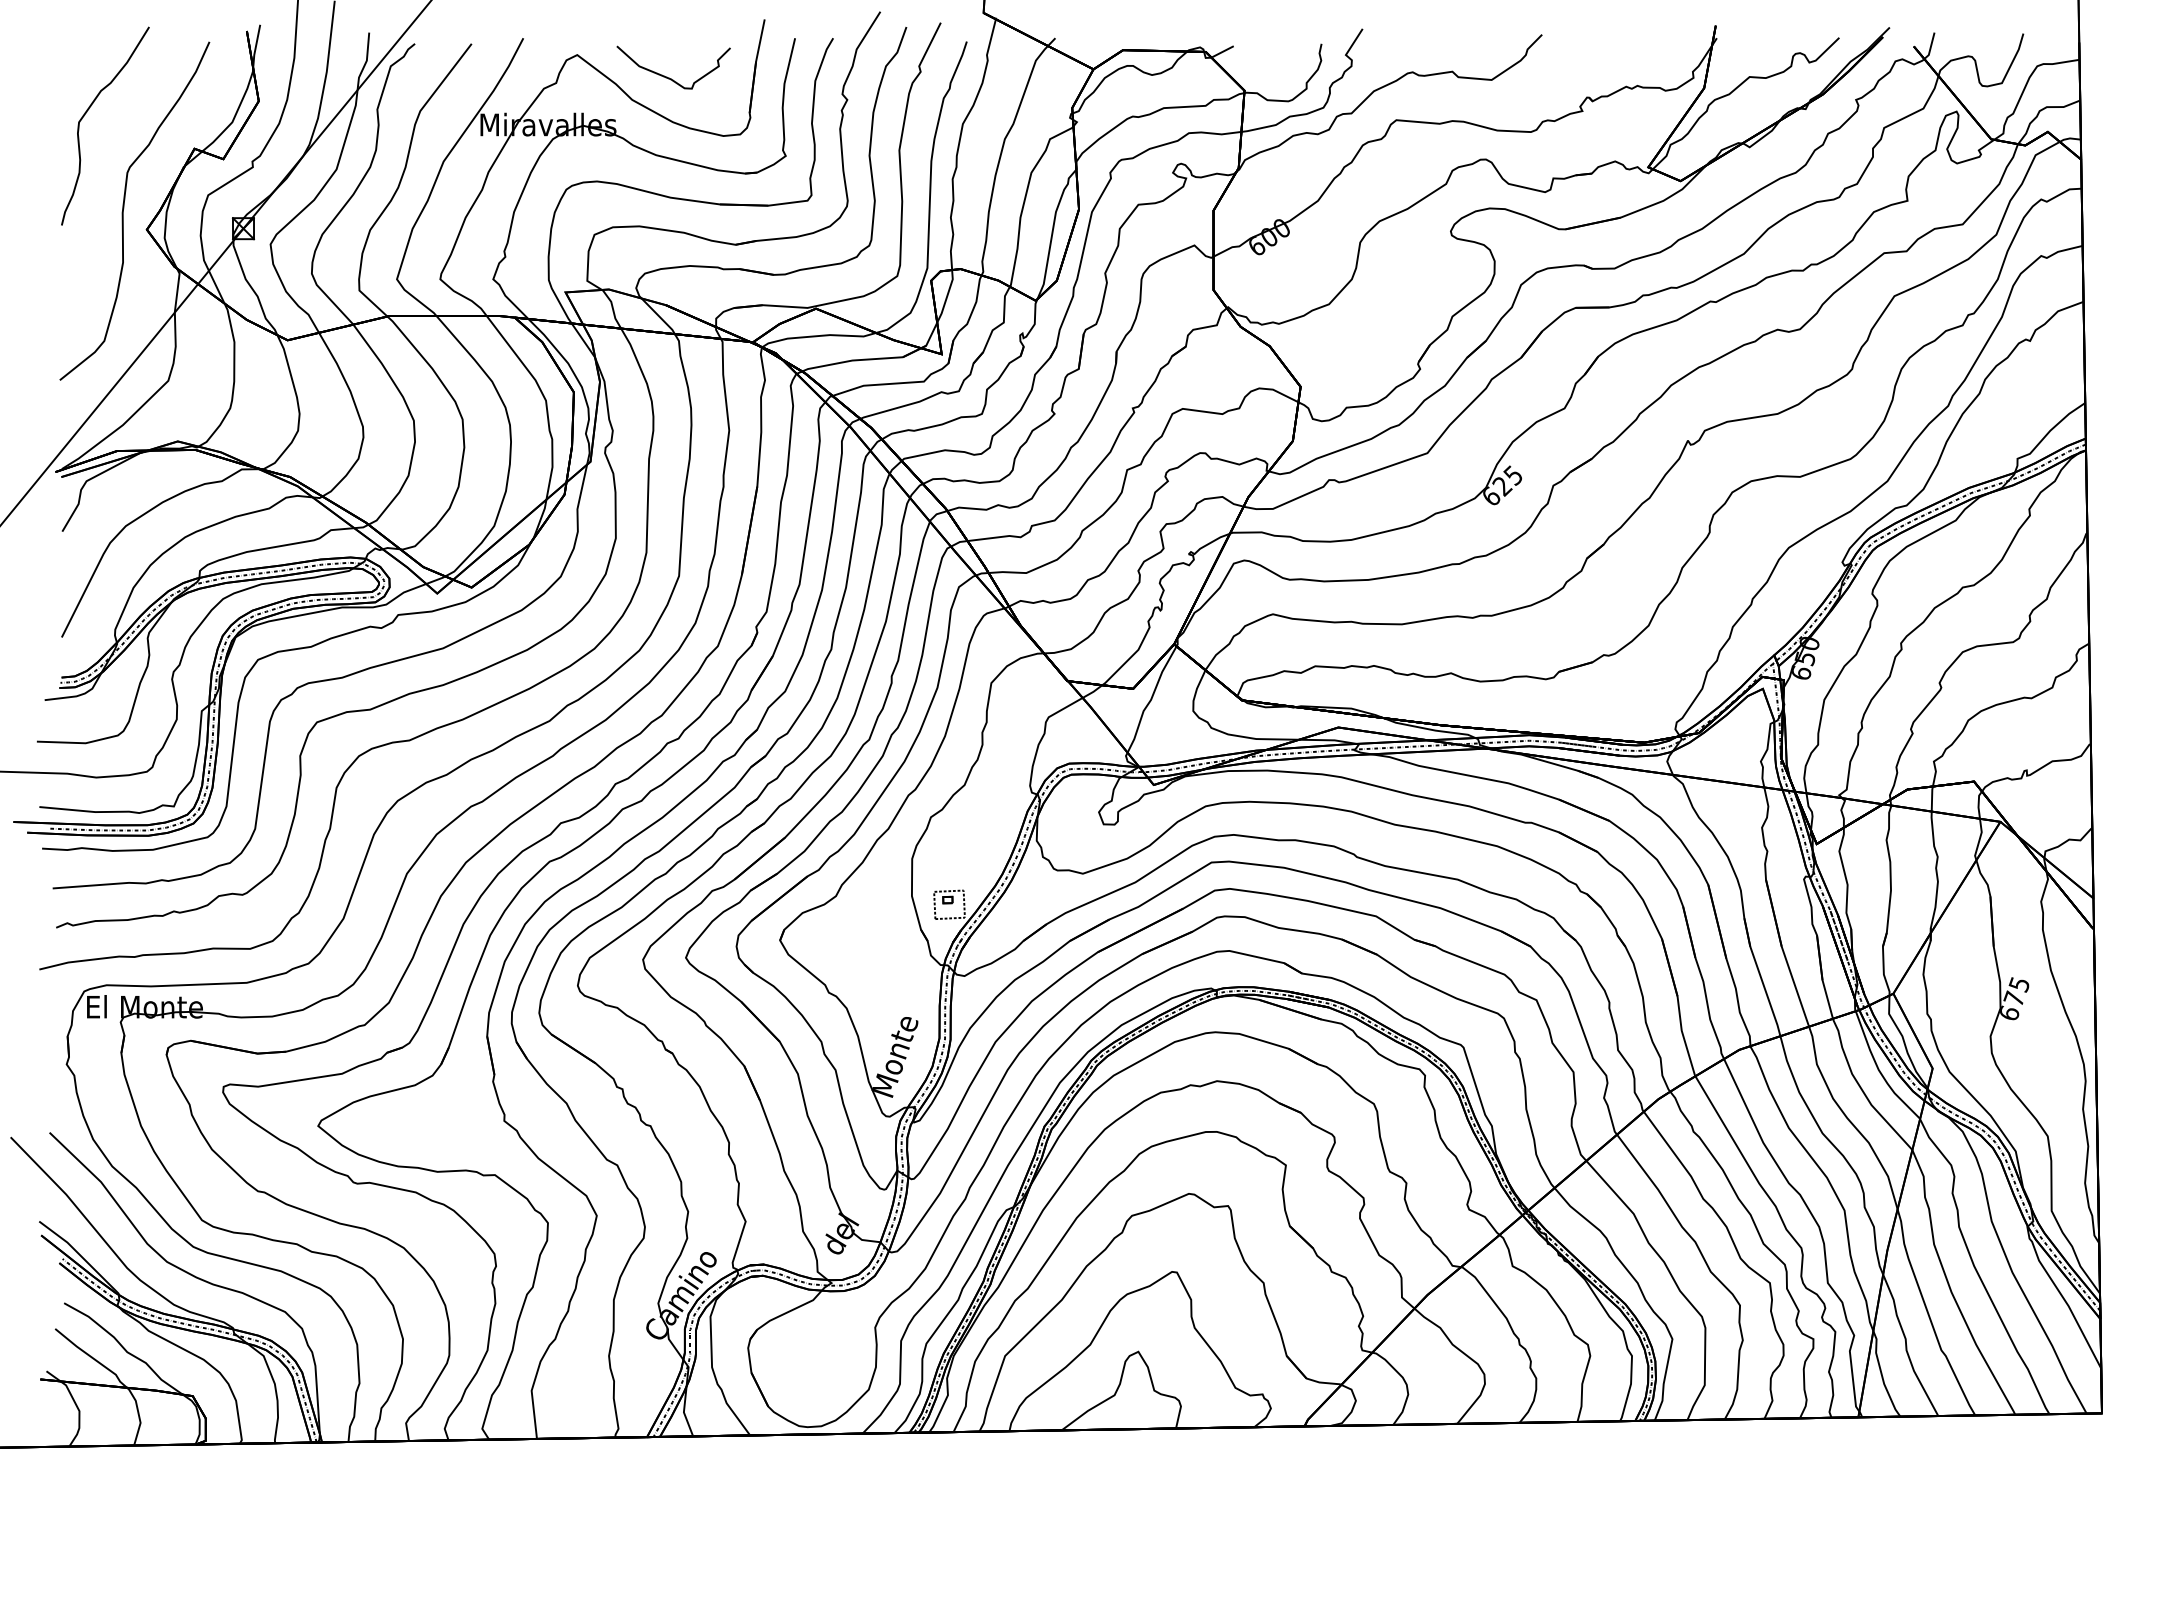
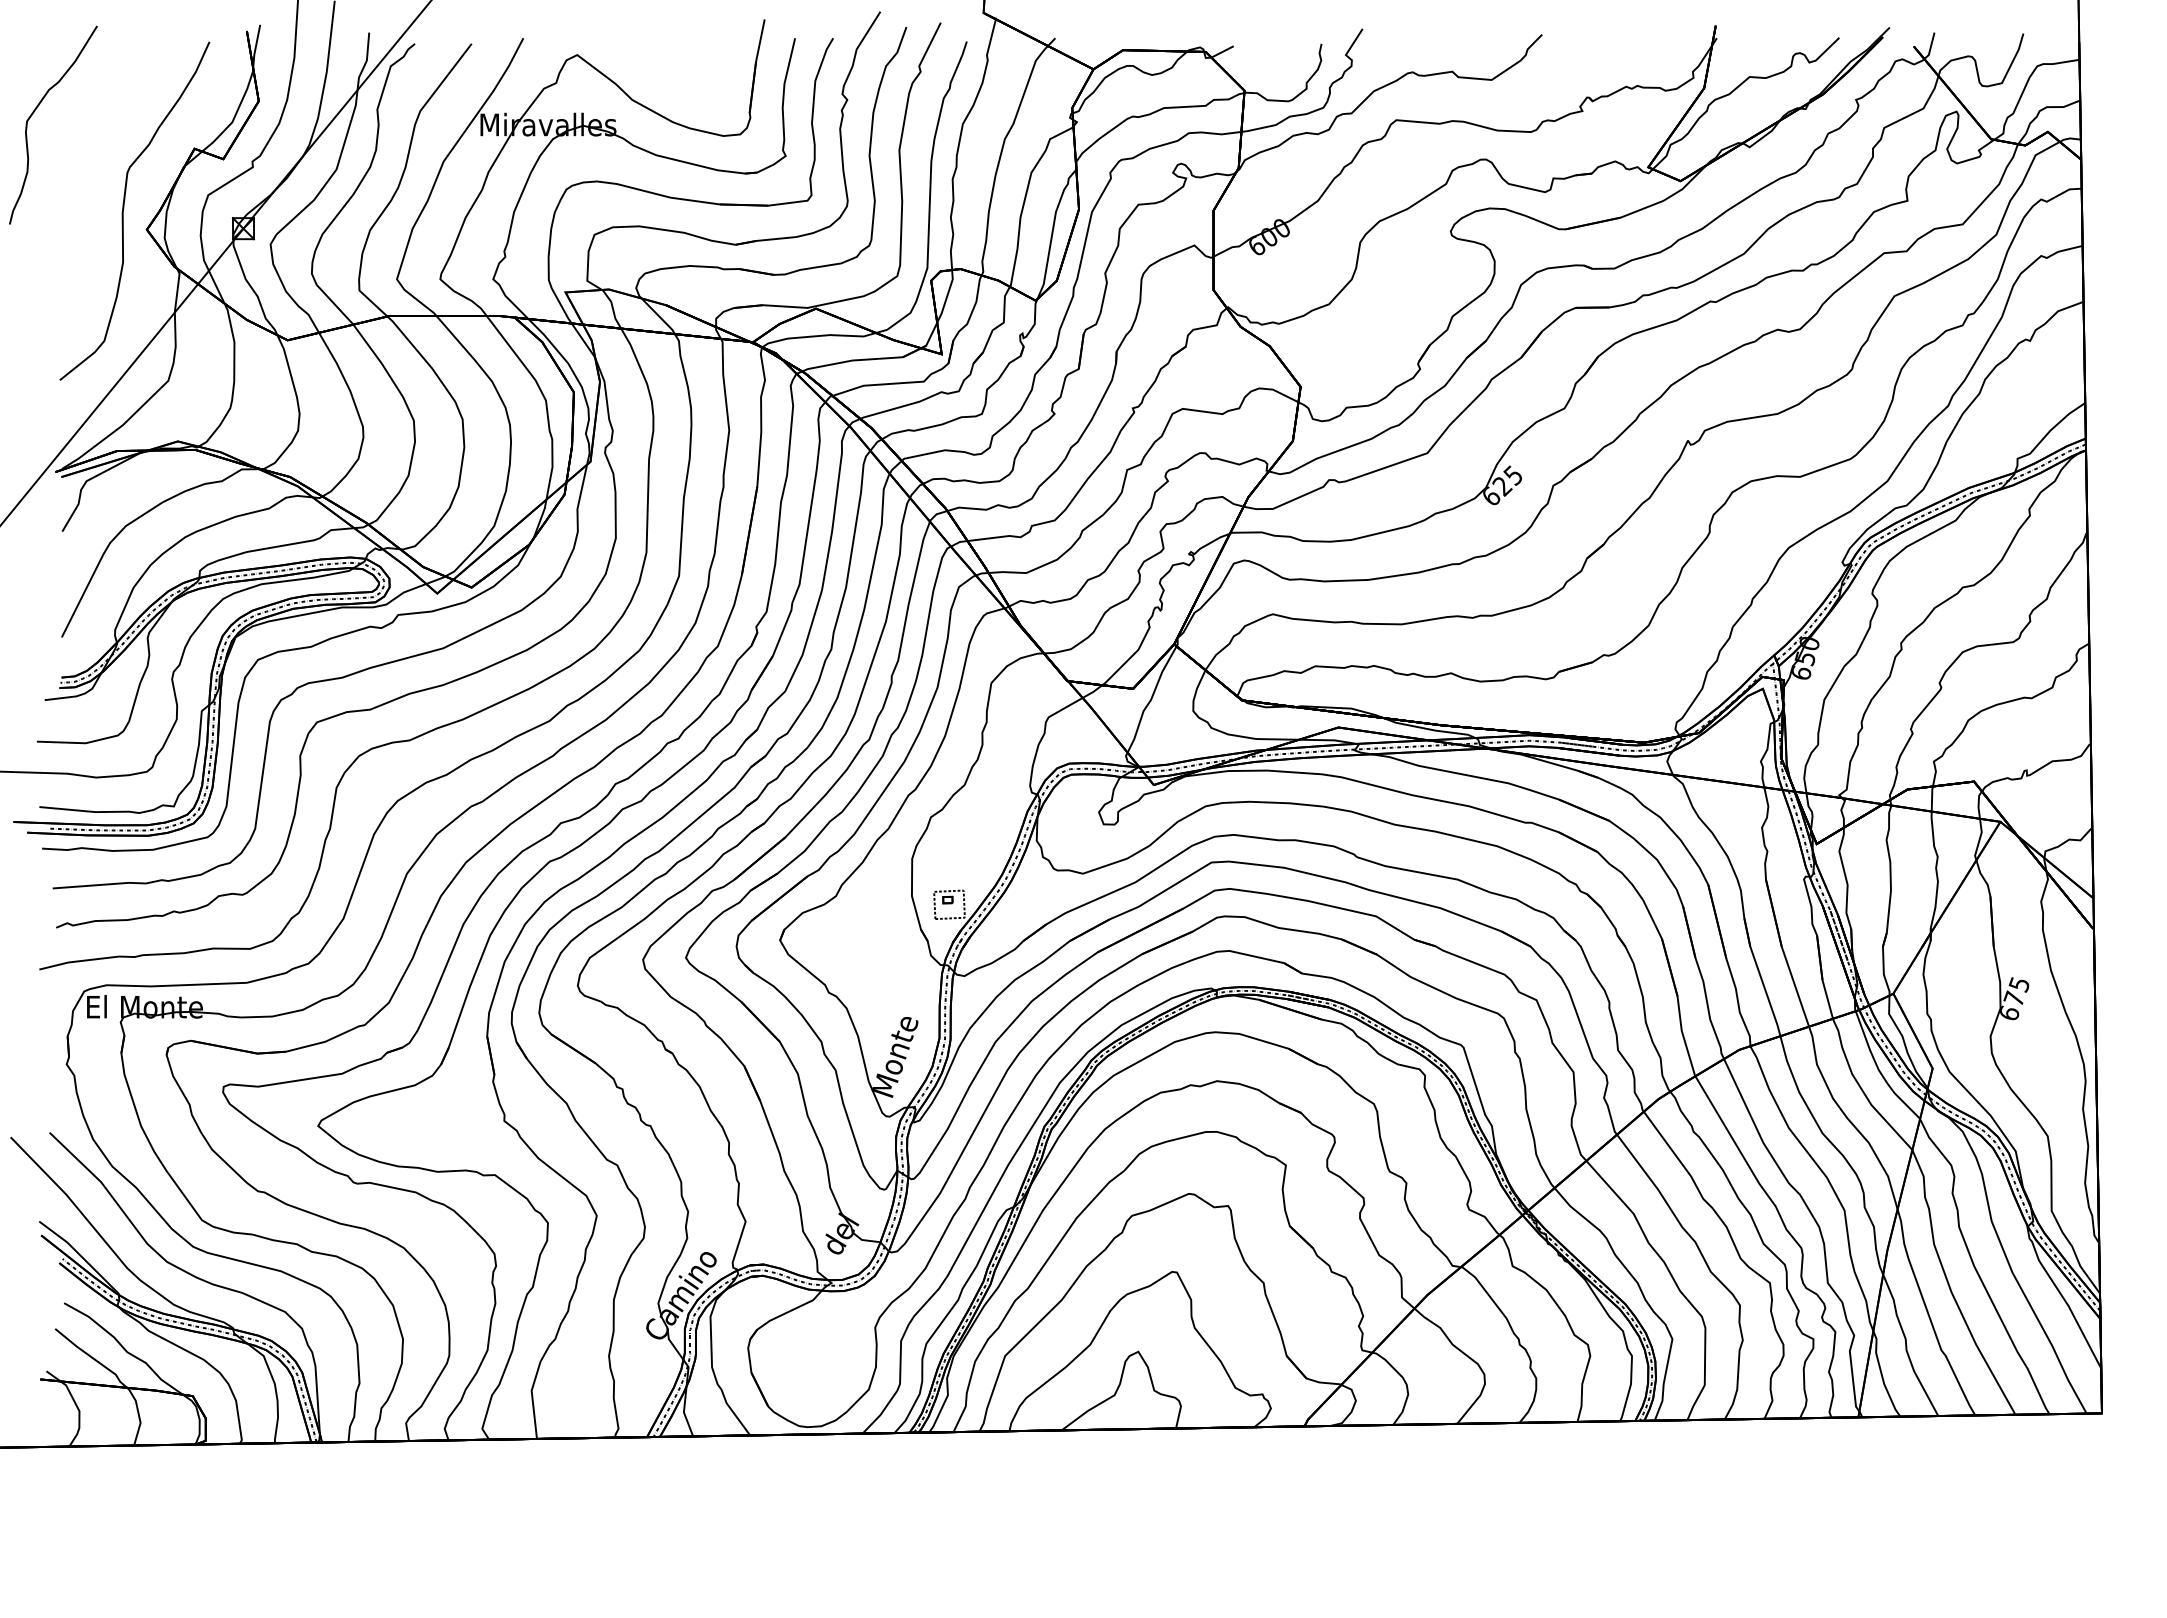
curve at (669, 77): present -> none
curve at (87, 112) position: (87, 112) -> (35, 111)
